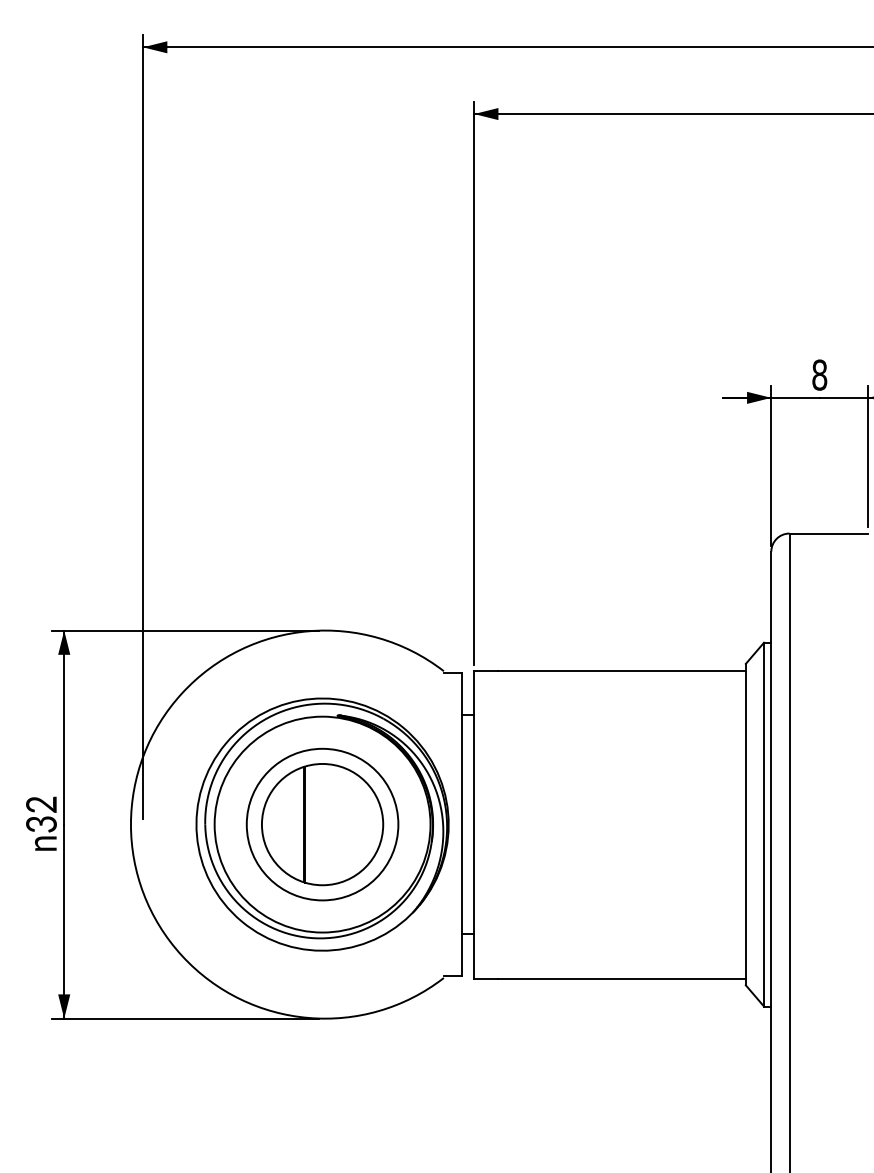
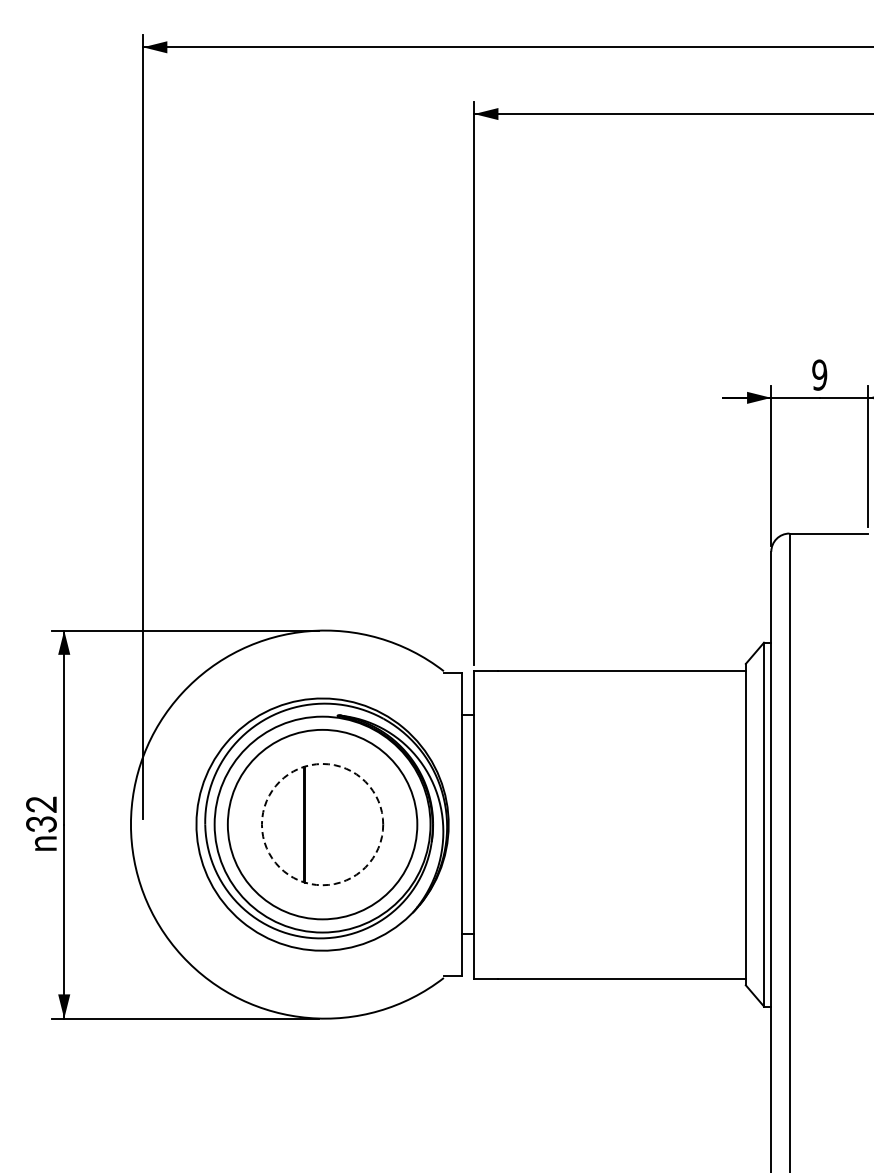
text at (819, 374): 8 -> 9
circle at (322, 824) diameter: 152 px -> 189 px
circle at (322, 824): solid -> dashed
